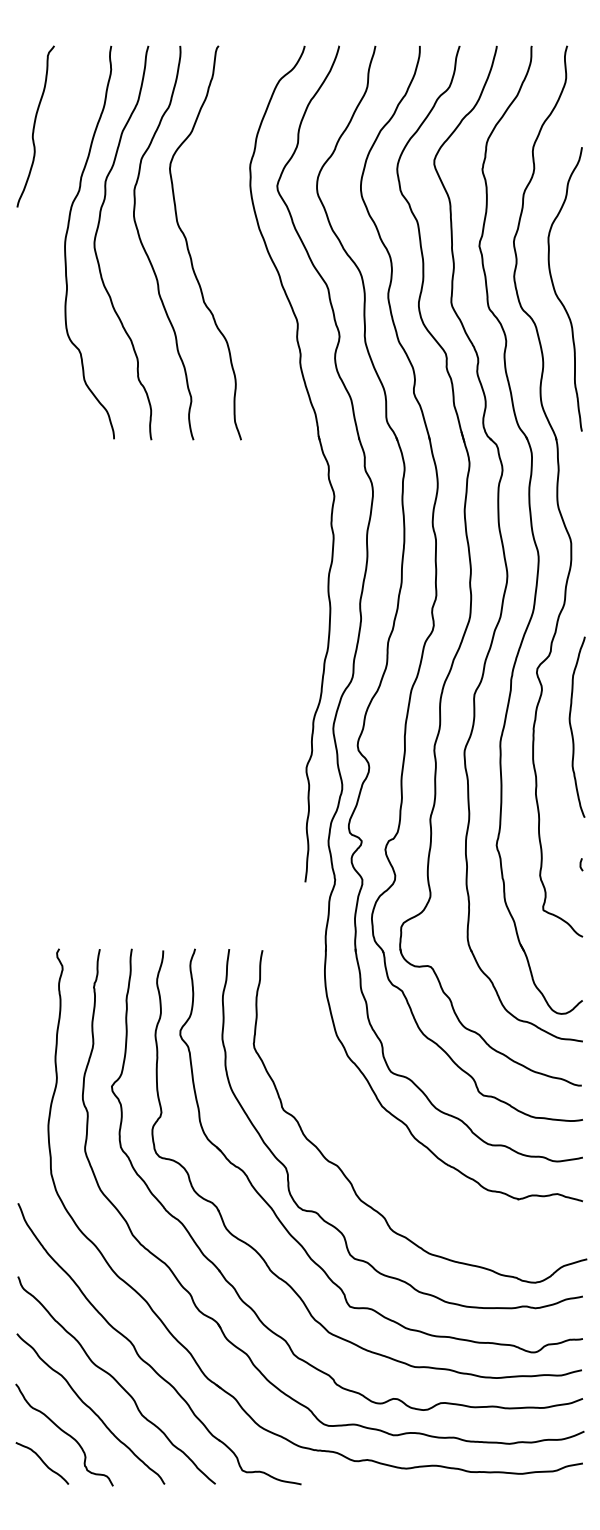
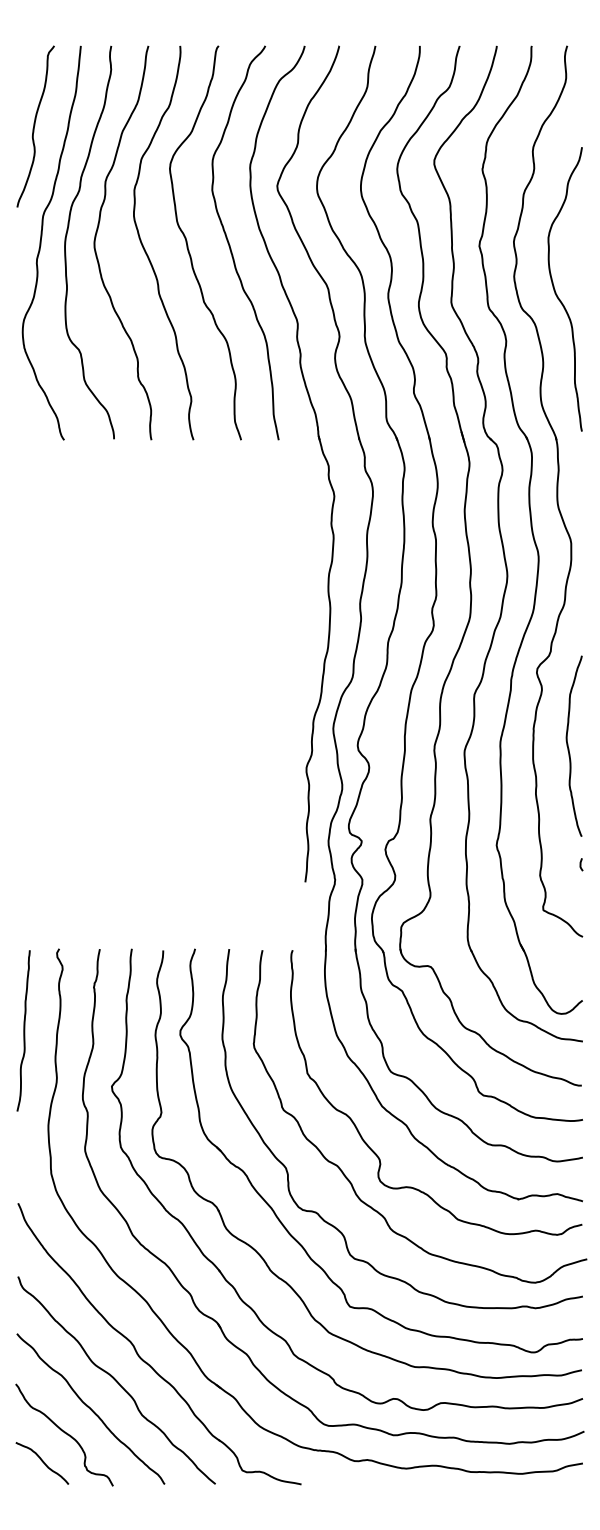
curve at (41, 242): none -> present
curve at (231, 248): none -> present
curve at (571, 726) position: (571, 726) -> (568, 745)
curve at (23, 1030): none -> present
curve at (375, 1152): none -> present
